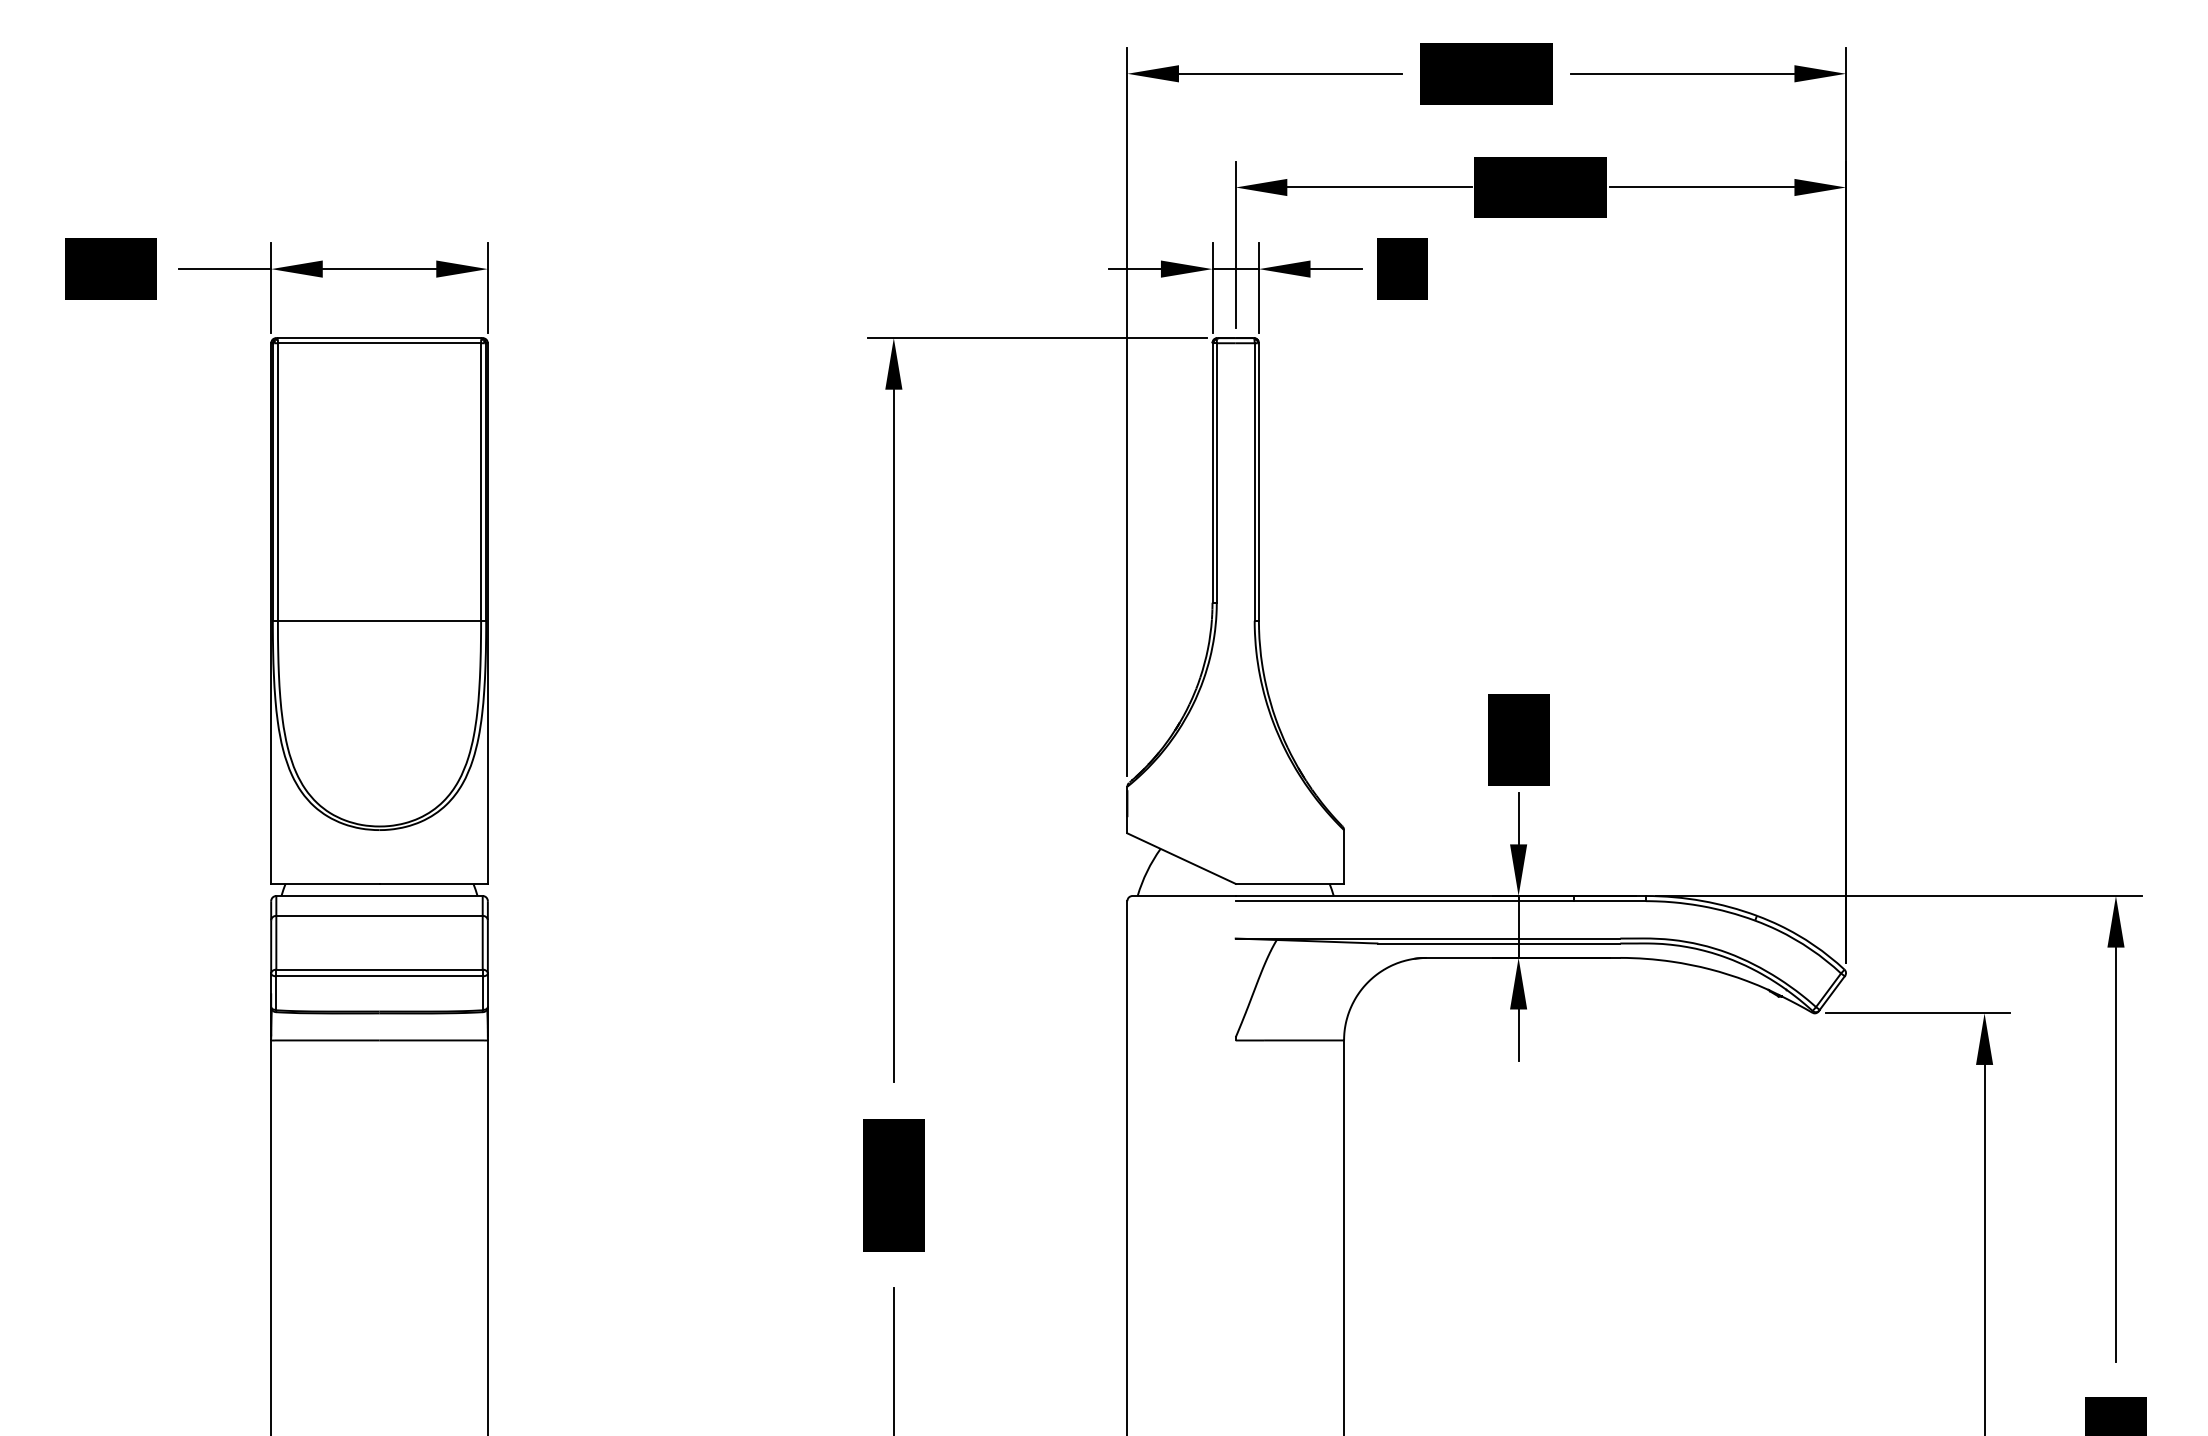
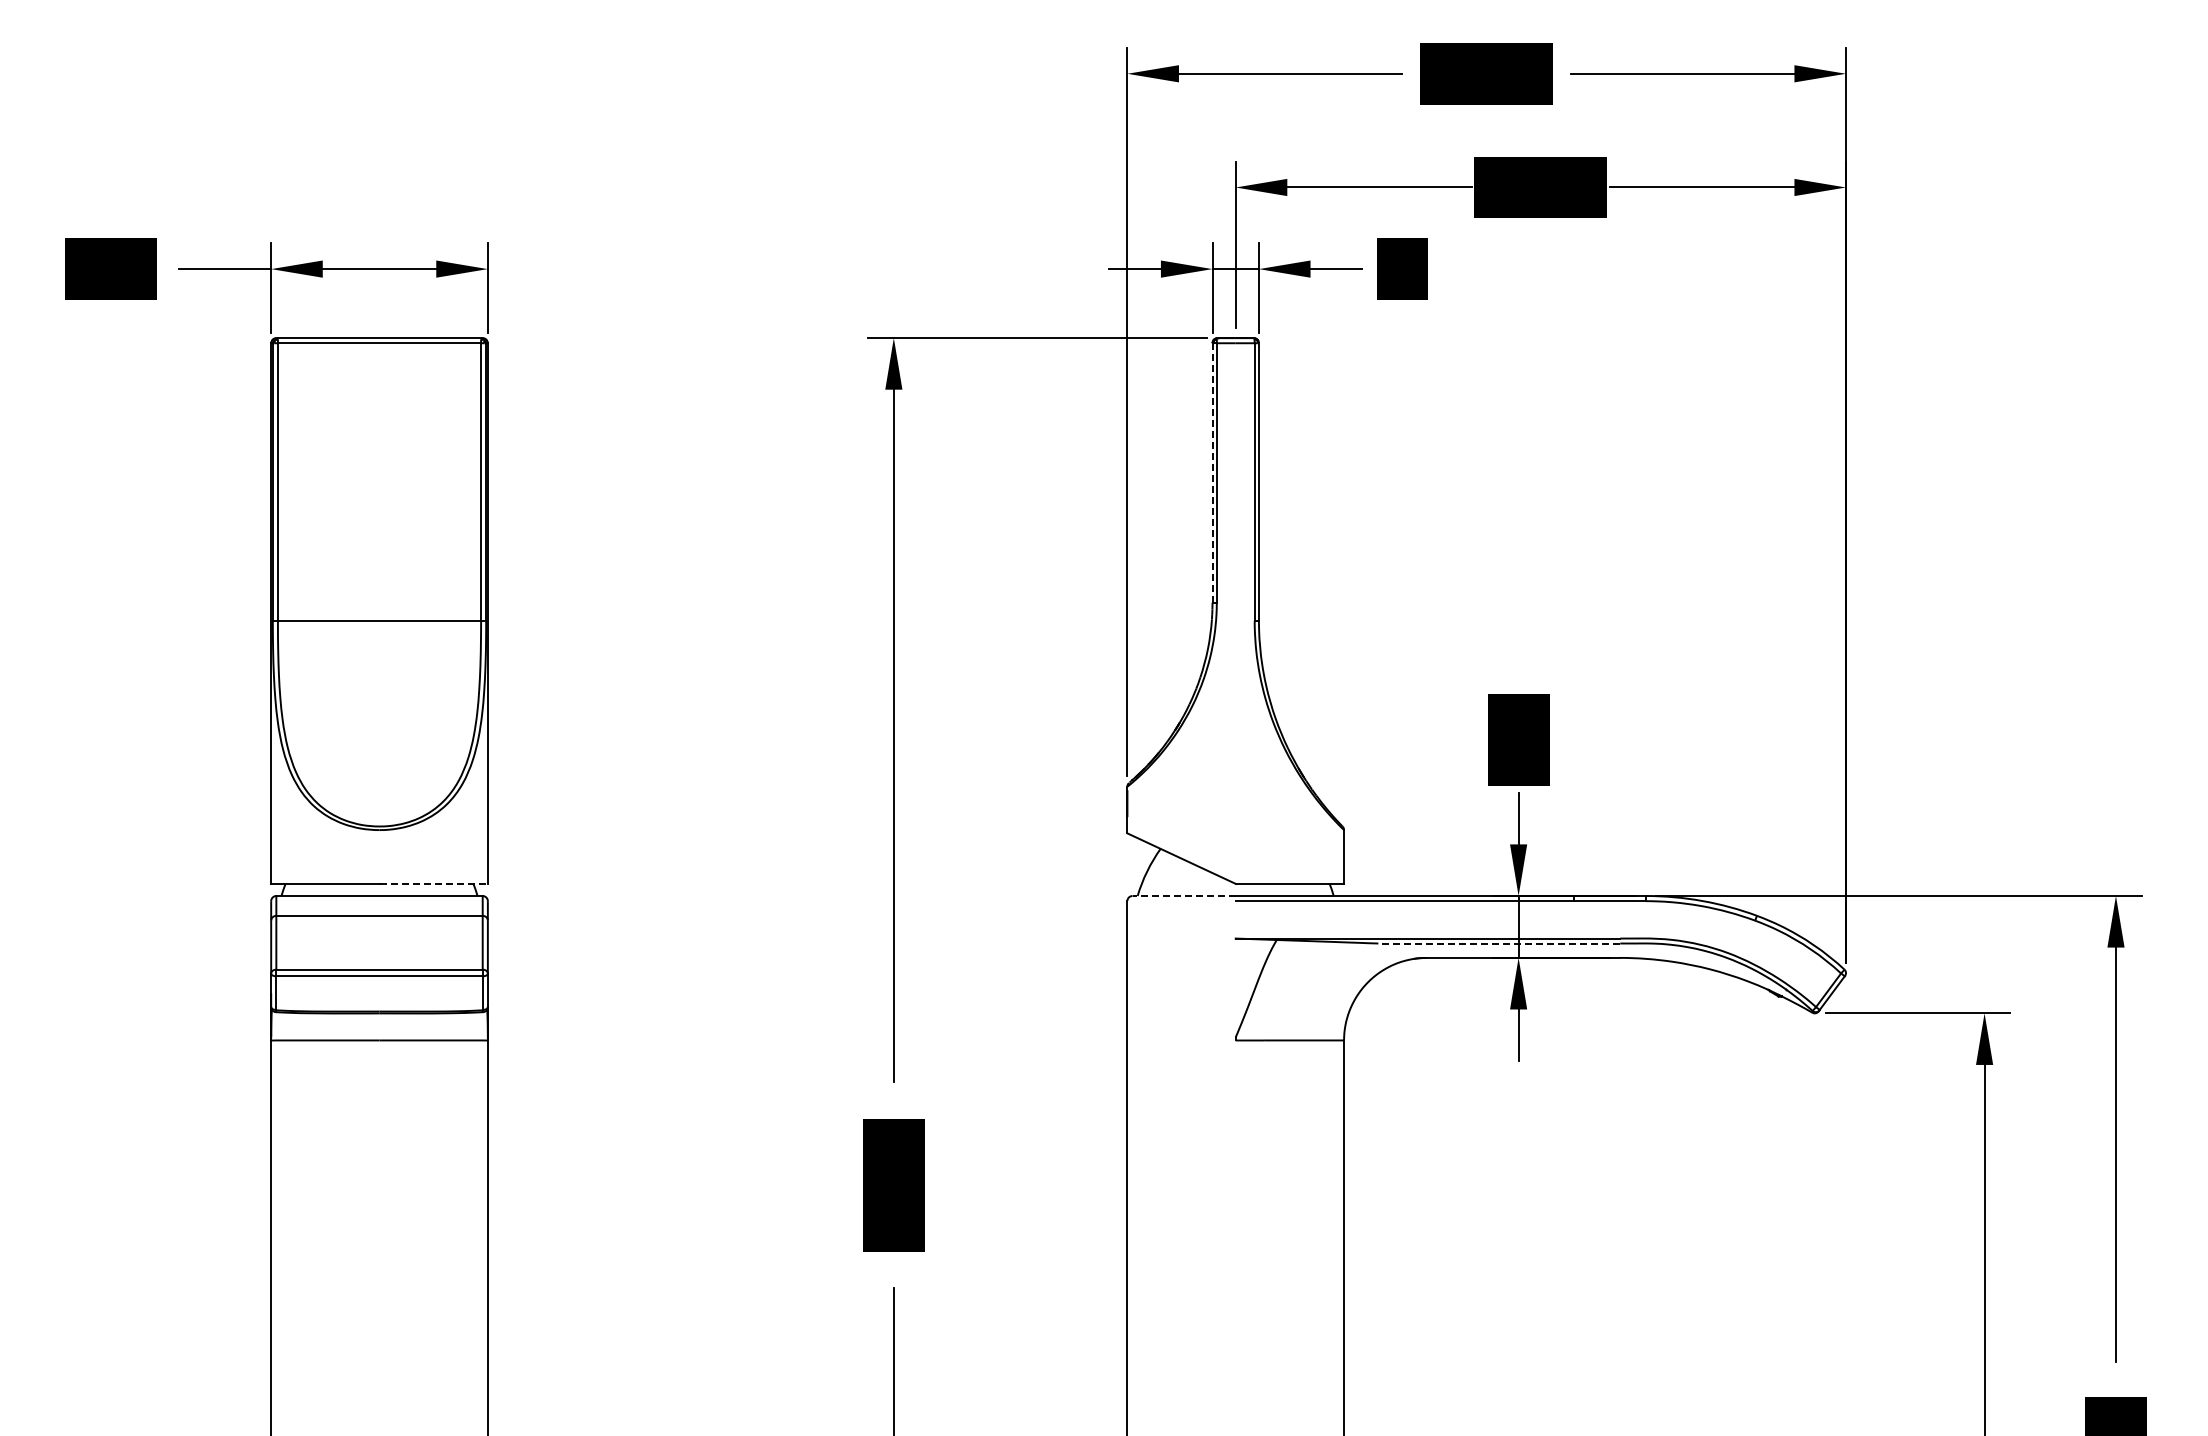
line at (1212, 473): solid -> dashed
line at (434, 883): solid -> dashed
line at (1184, 895): solid -> dashed
line at (1499, 943): solid -> dashed
